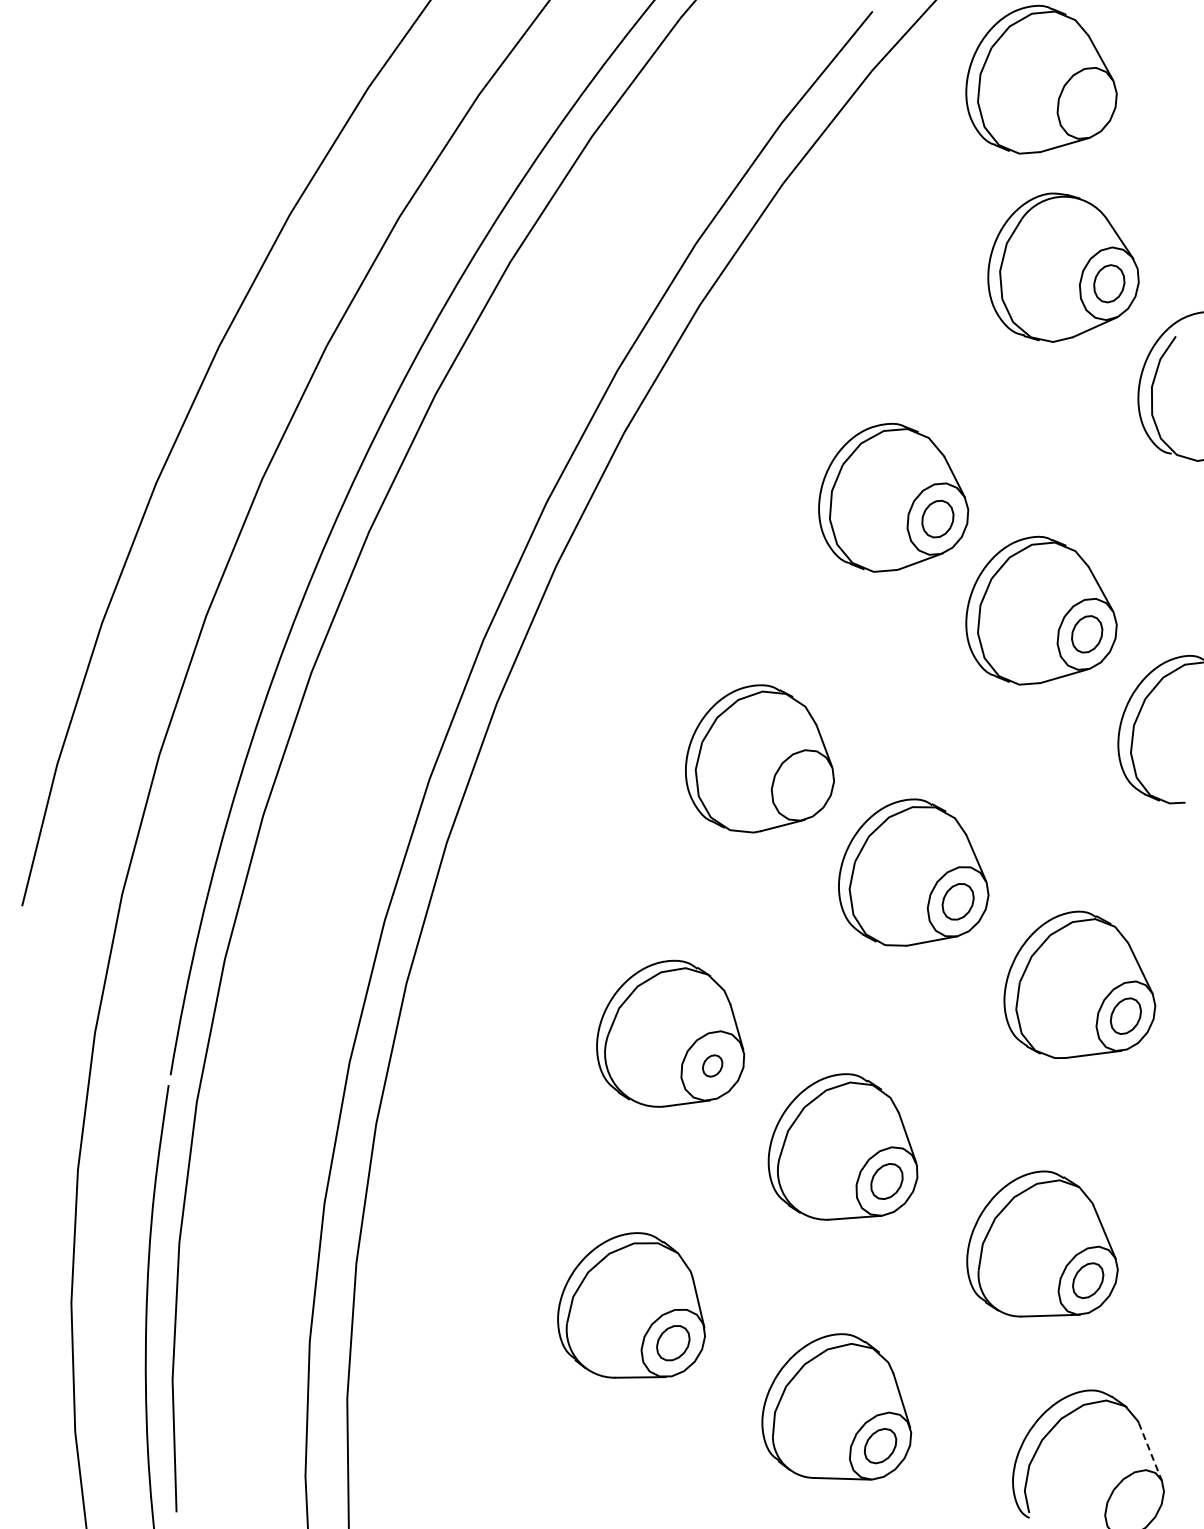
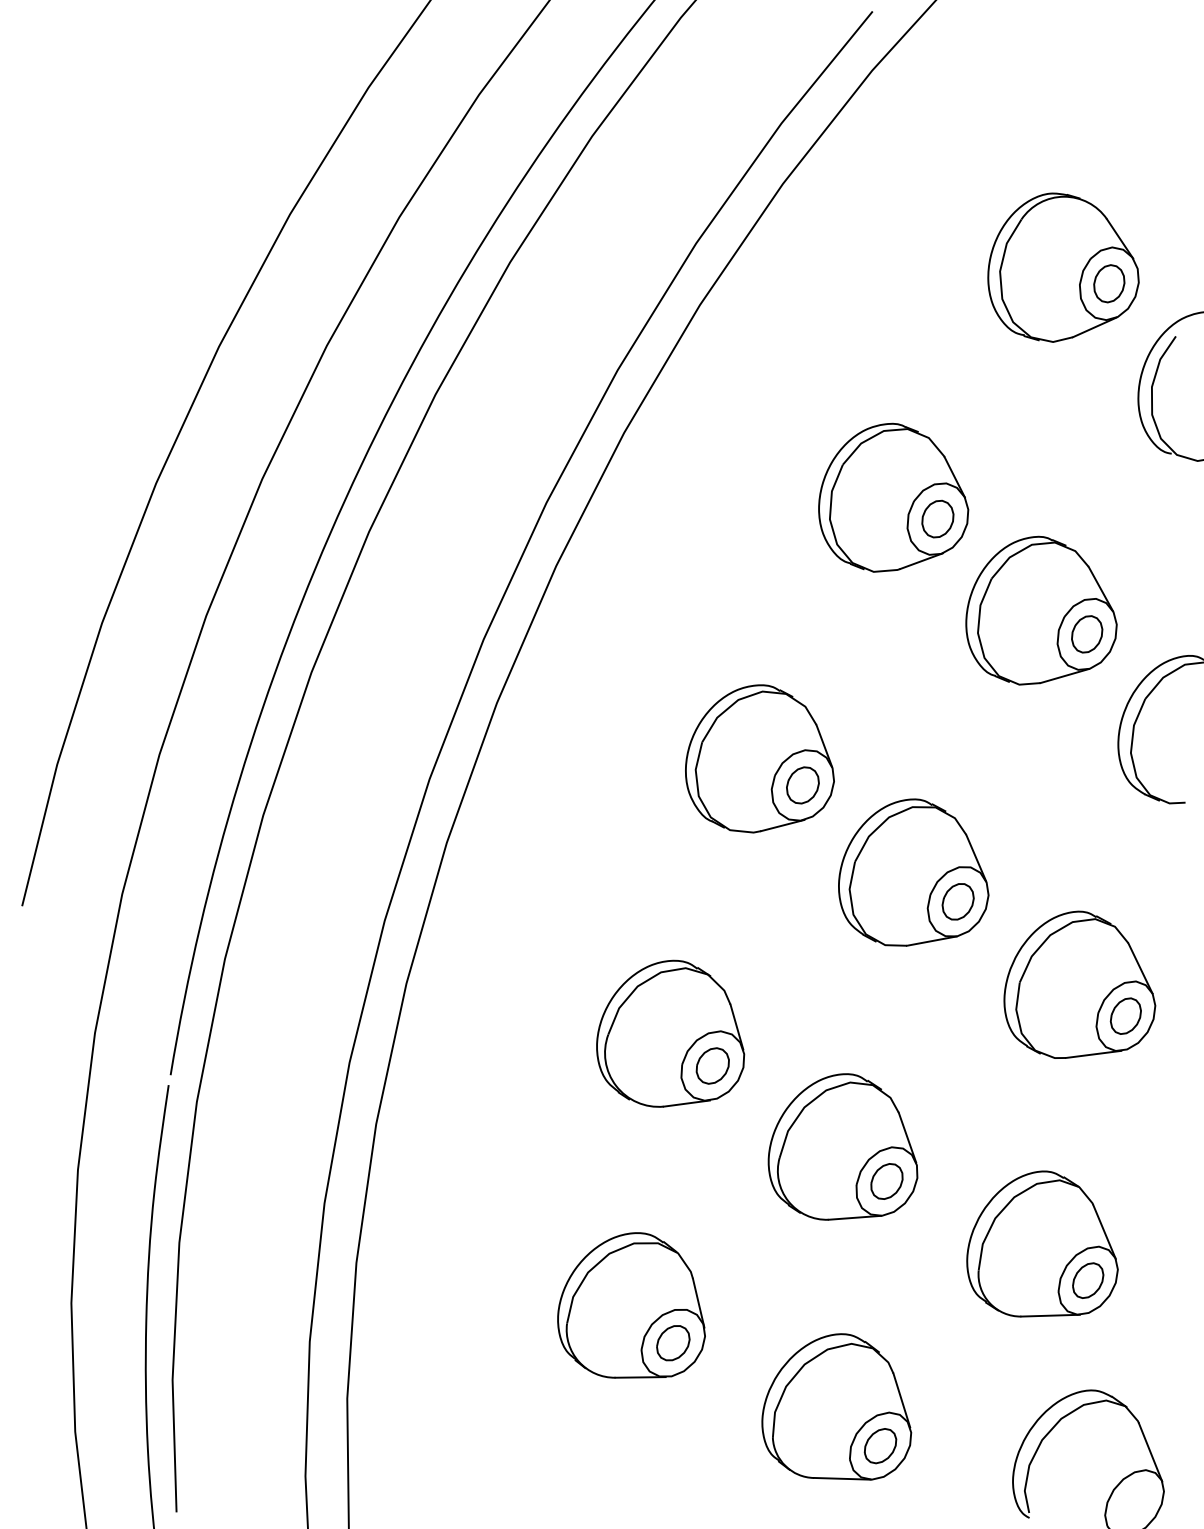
part at (1041, 79): present -> none
part at (802, 785): none -> present
part at (712, 1065) size: 22x24 px -> 35x38 px
line at (1150, 1451): dashed -> solid
